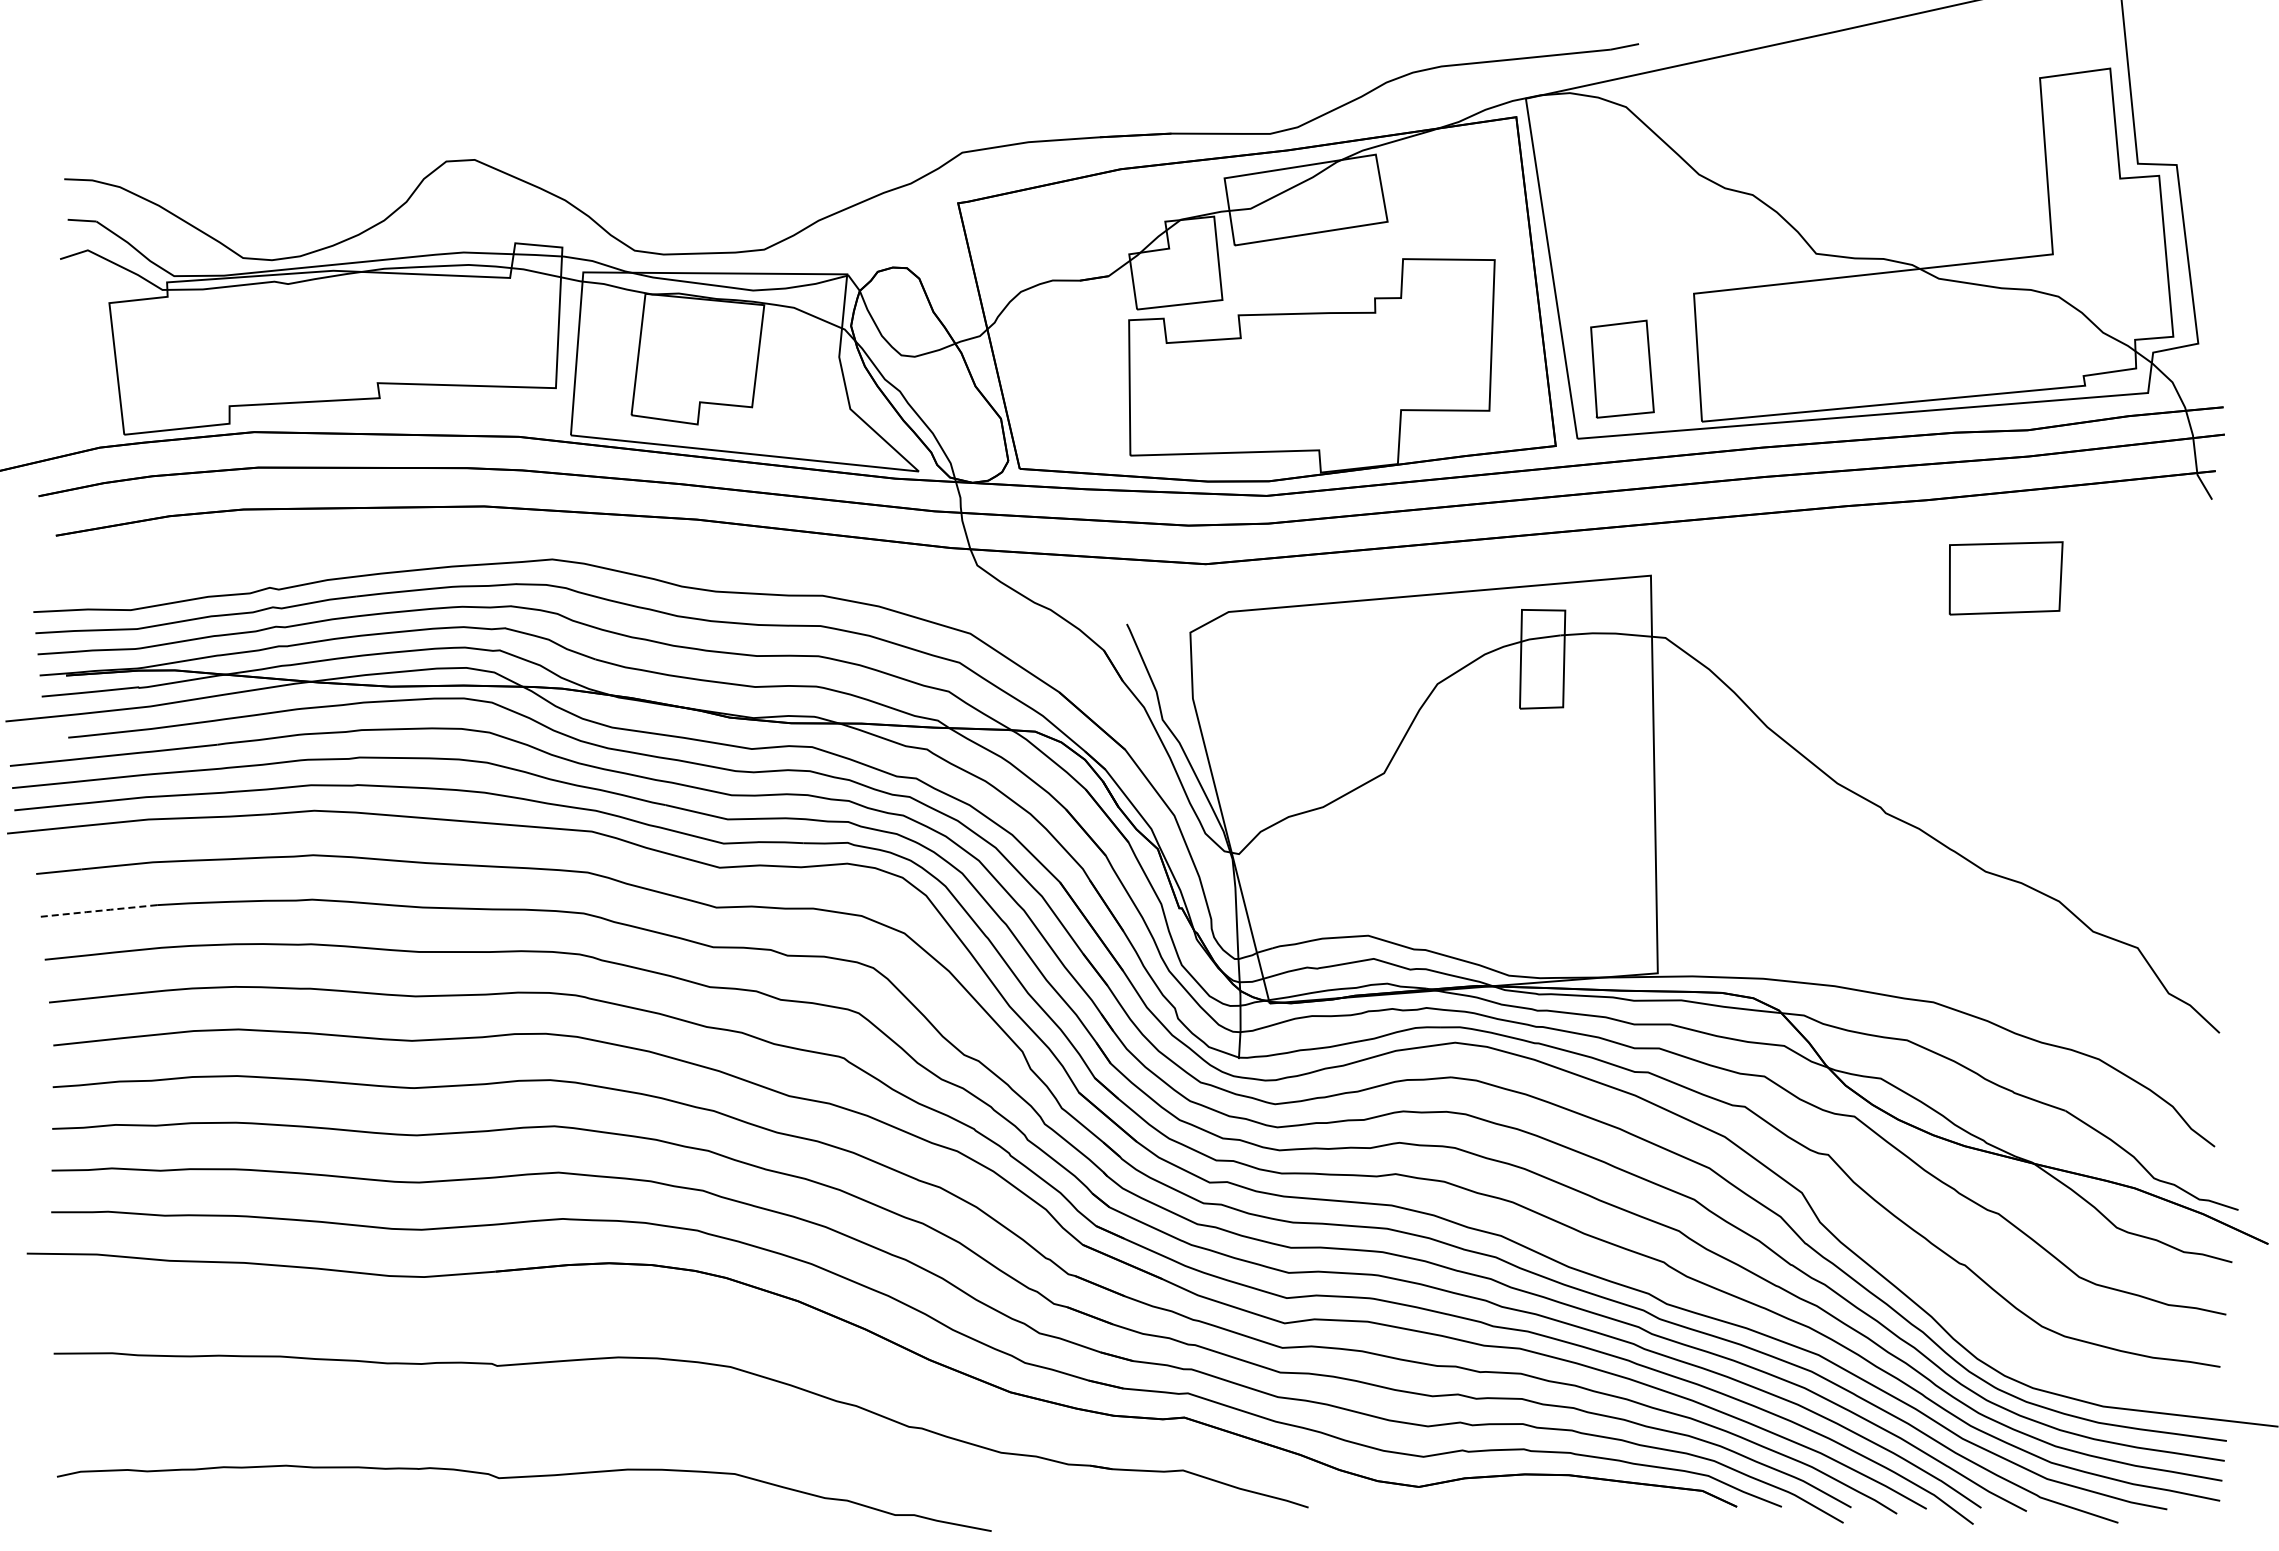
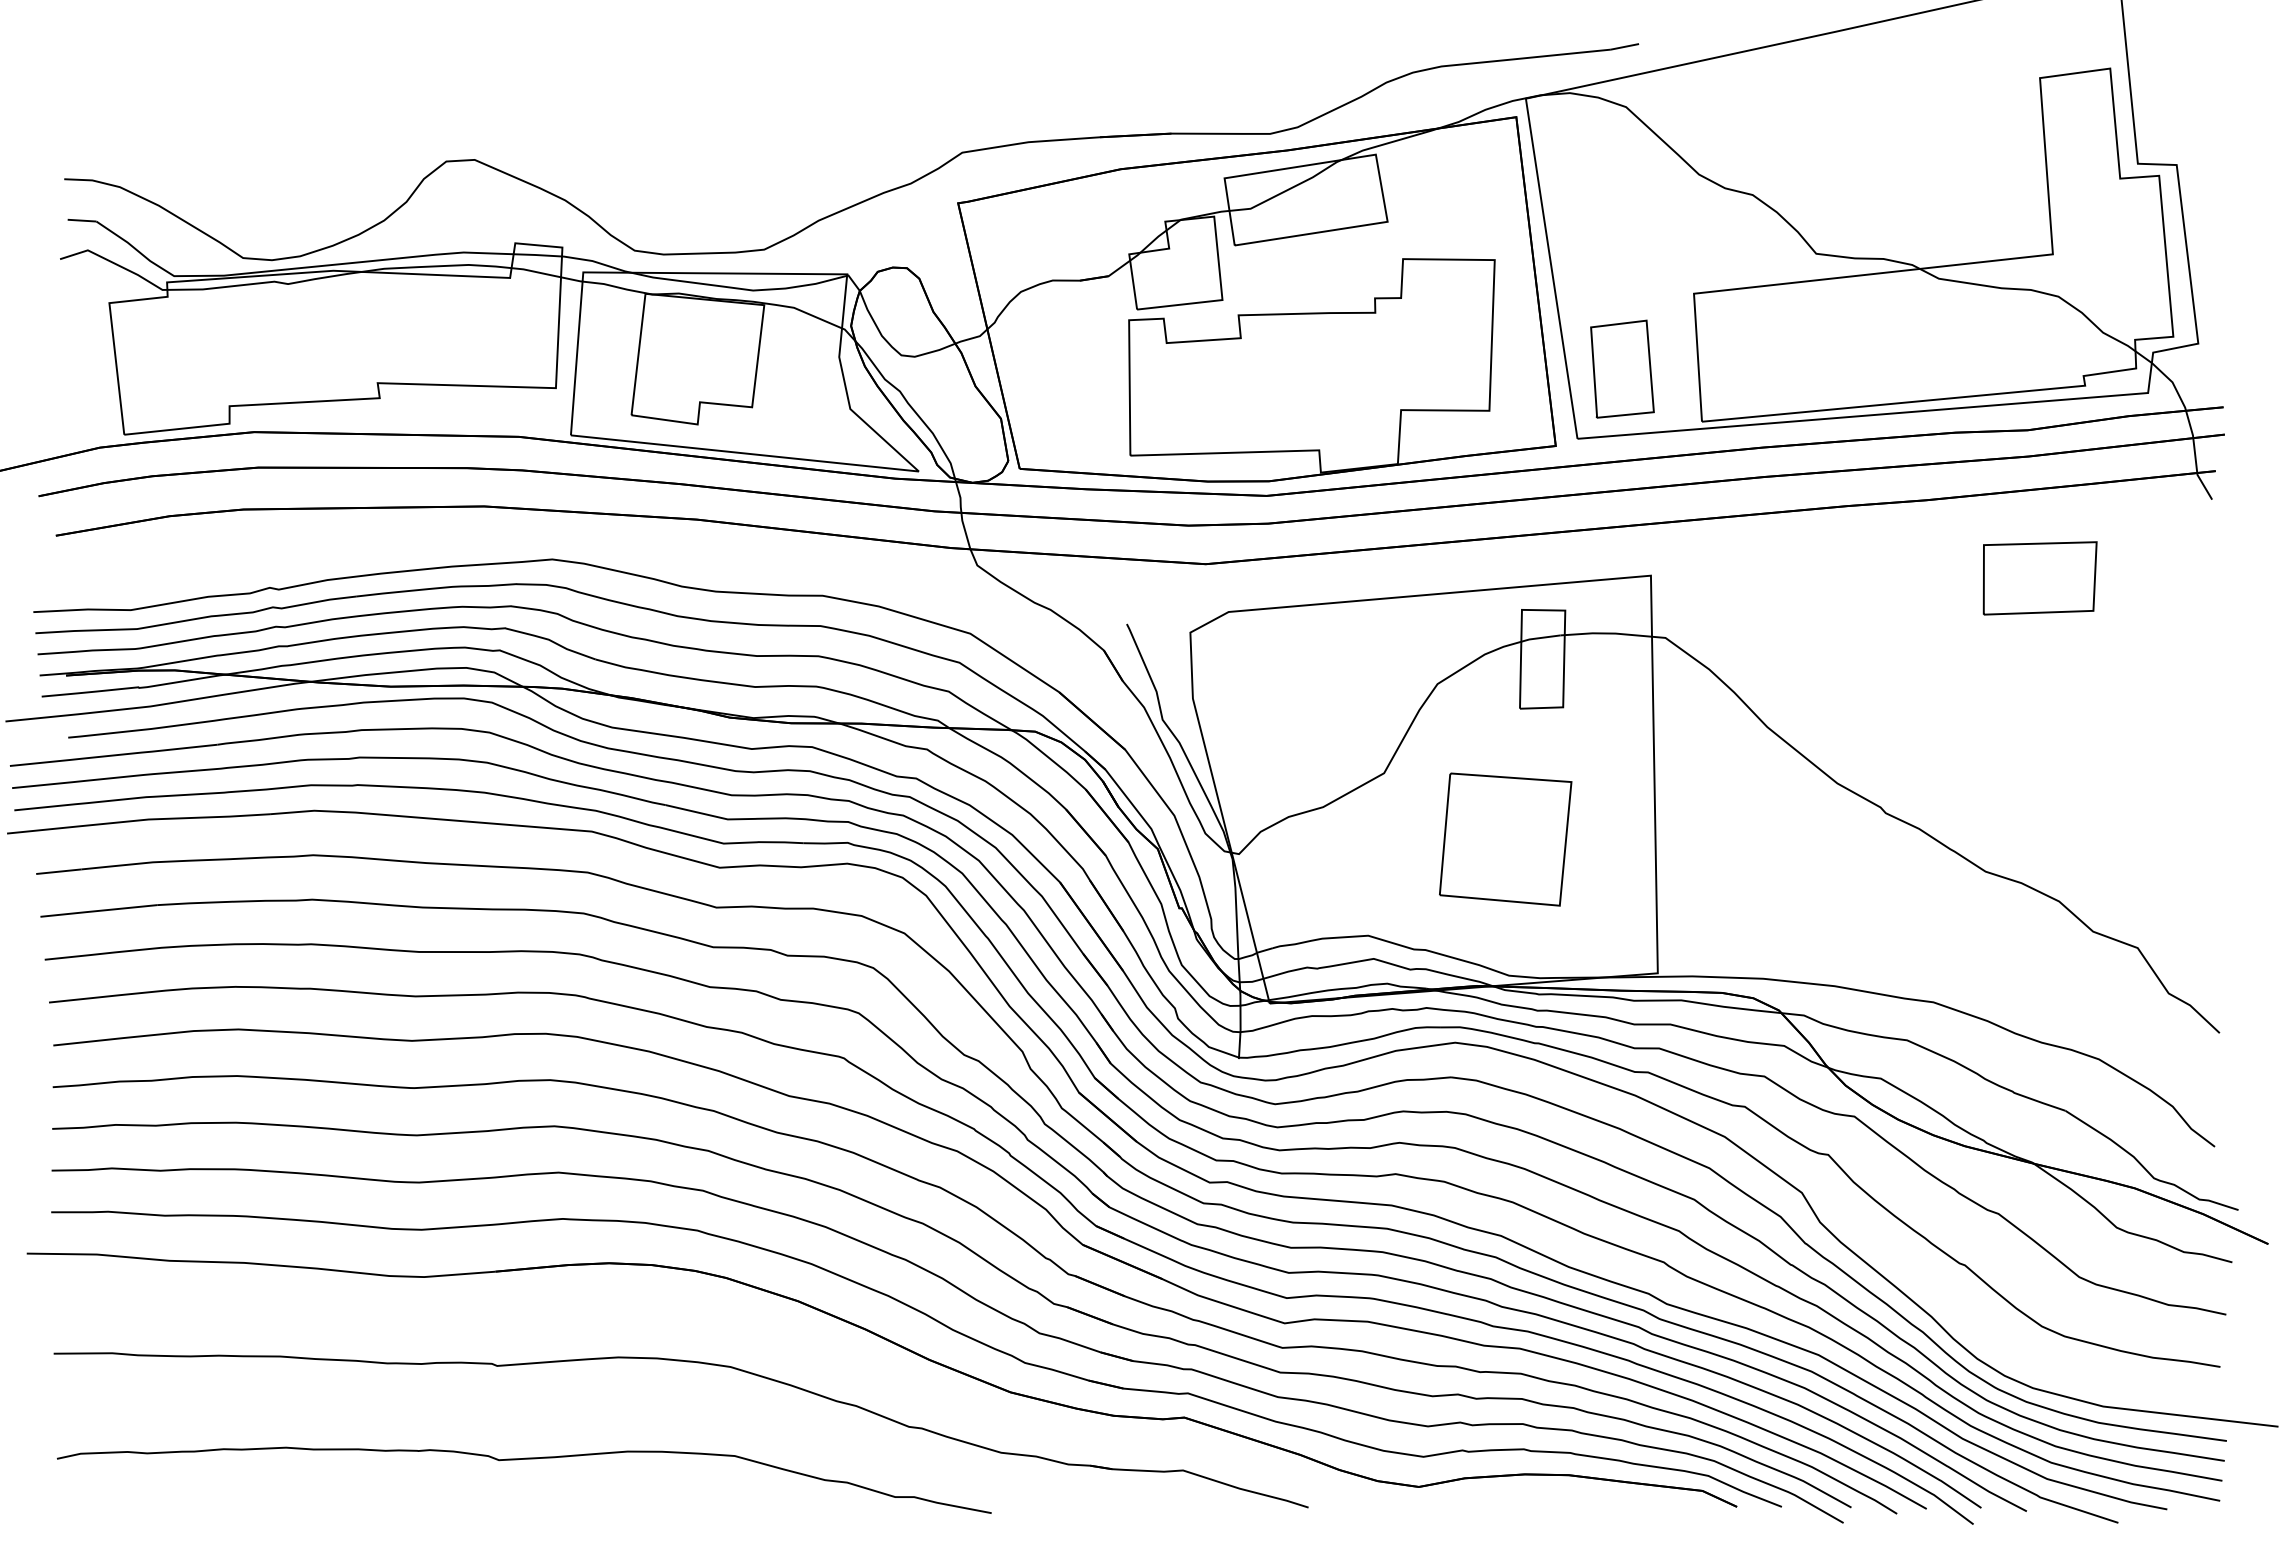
part at (2005, 578) position: (2005, 578) -> (2039, 578)
part at (1505, 839): none -> present
line at (98, 910): dashed -> solid
curve at (524, 1477) position: (524, 1477) -> (524, 1459)
